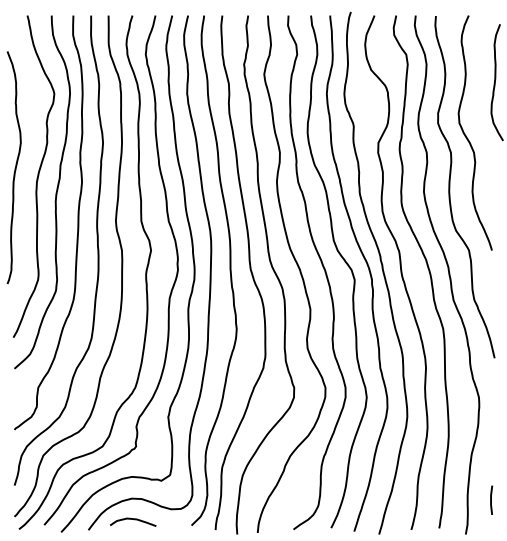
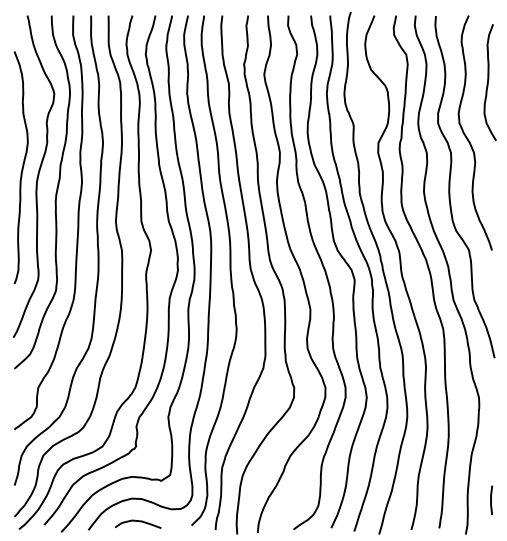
curve at (495, 82) position: (495, 82) -> (488, 82)
curve at (14, 168) position: (14, 168) -> (21, 168)
curve at (134, 520) position: (134, 520) -> (139, 522)
